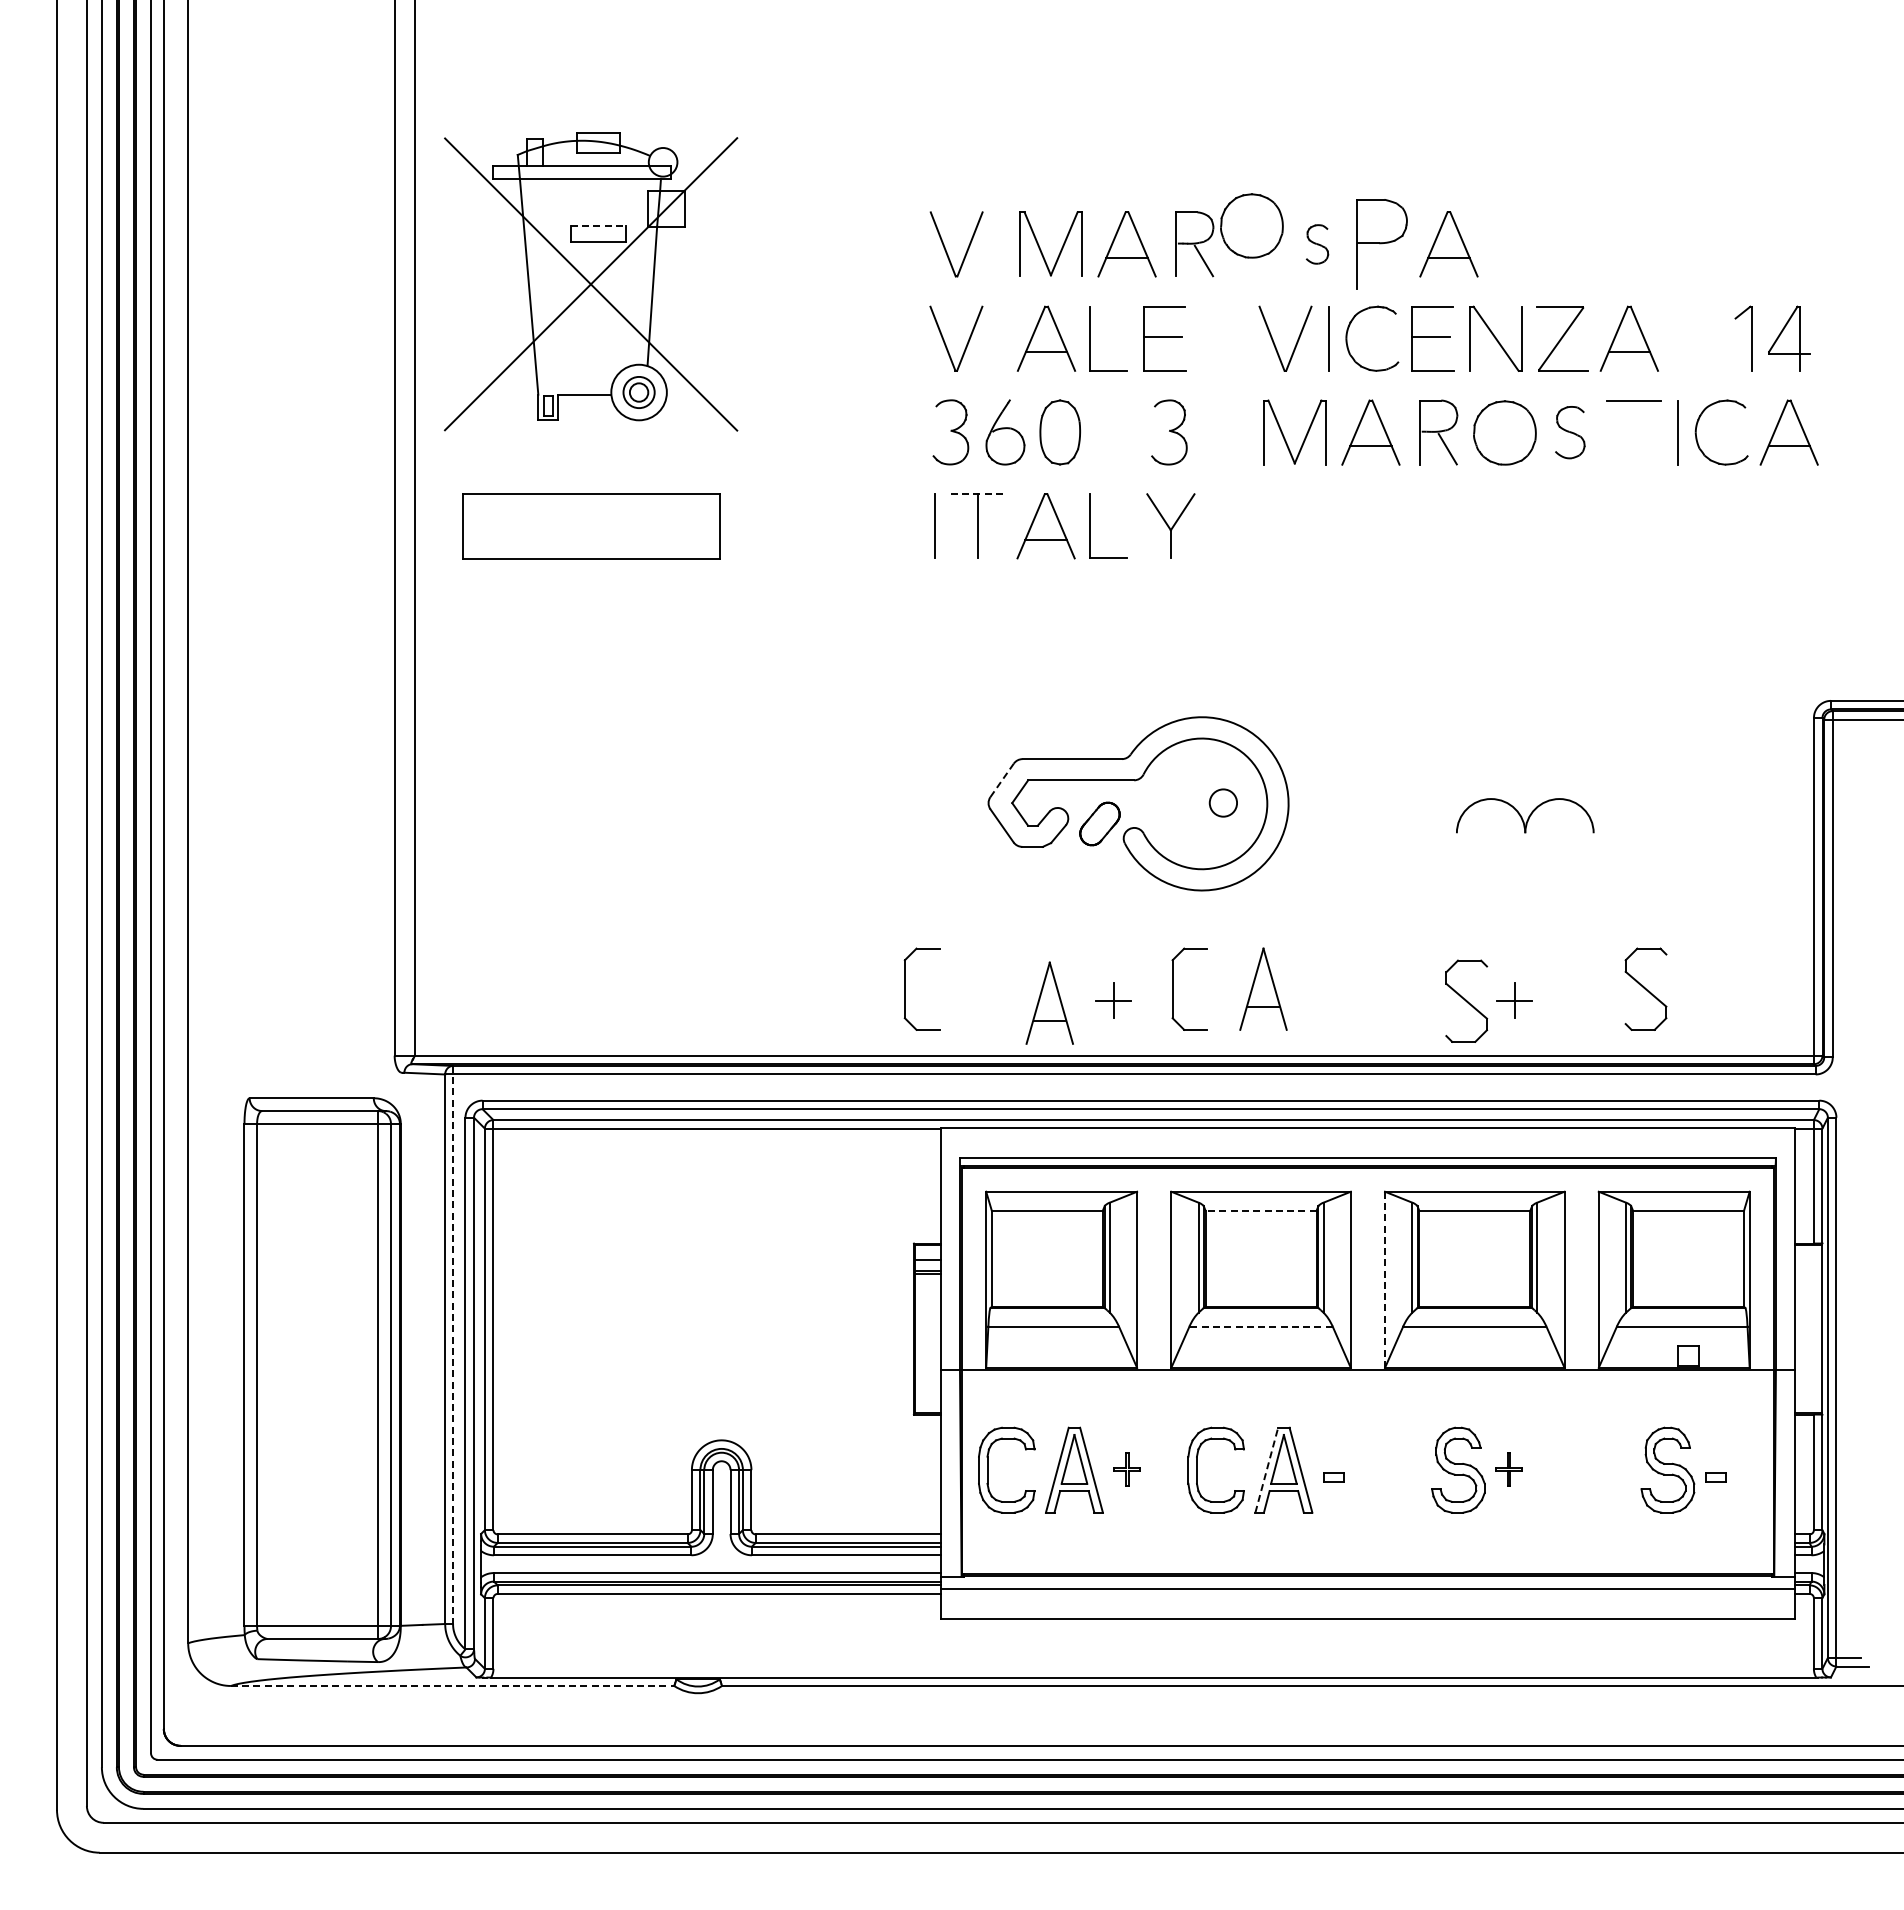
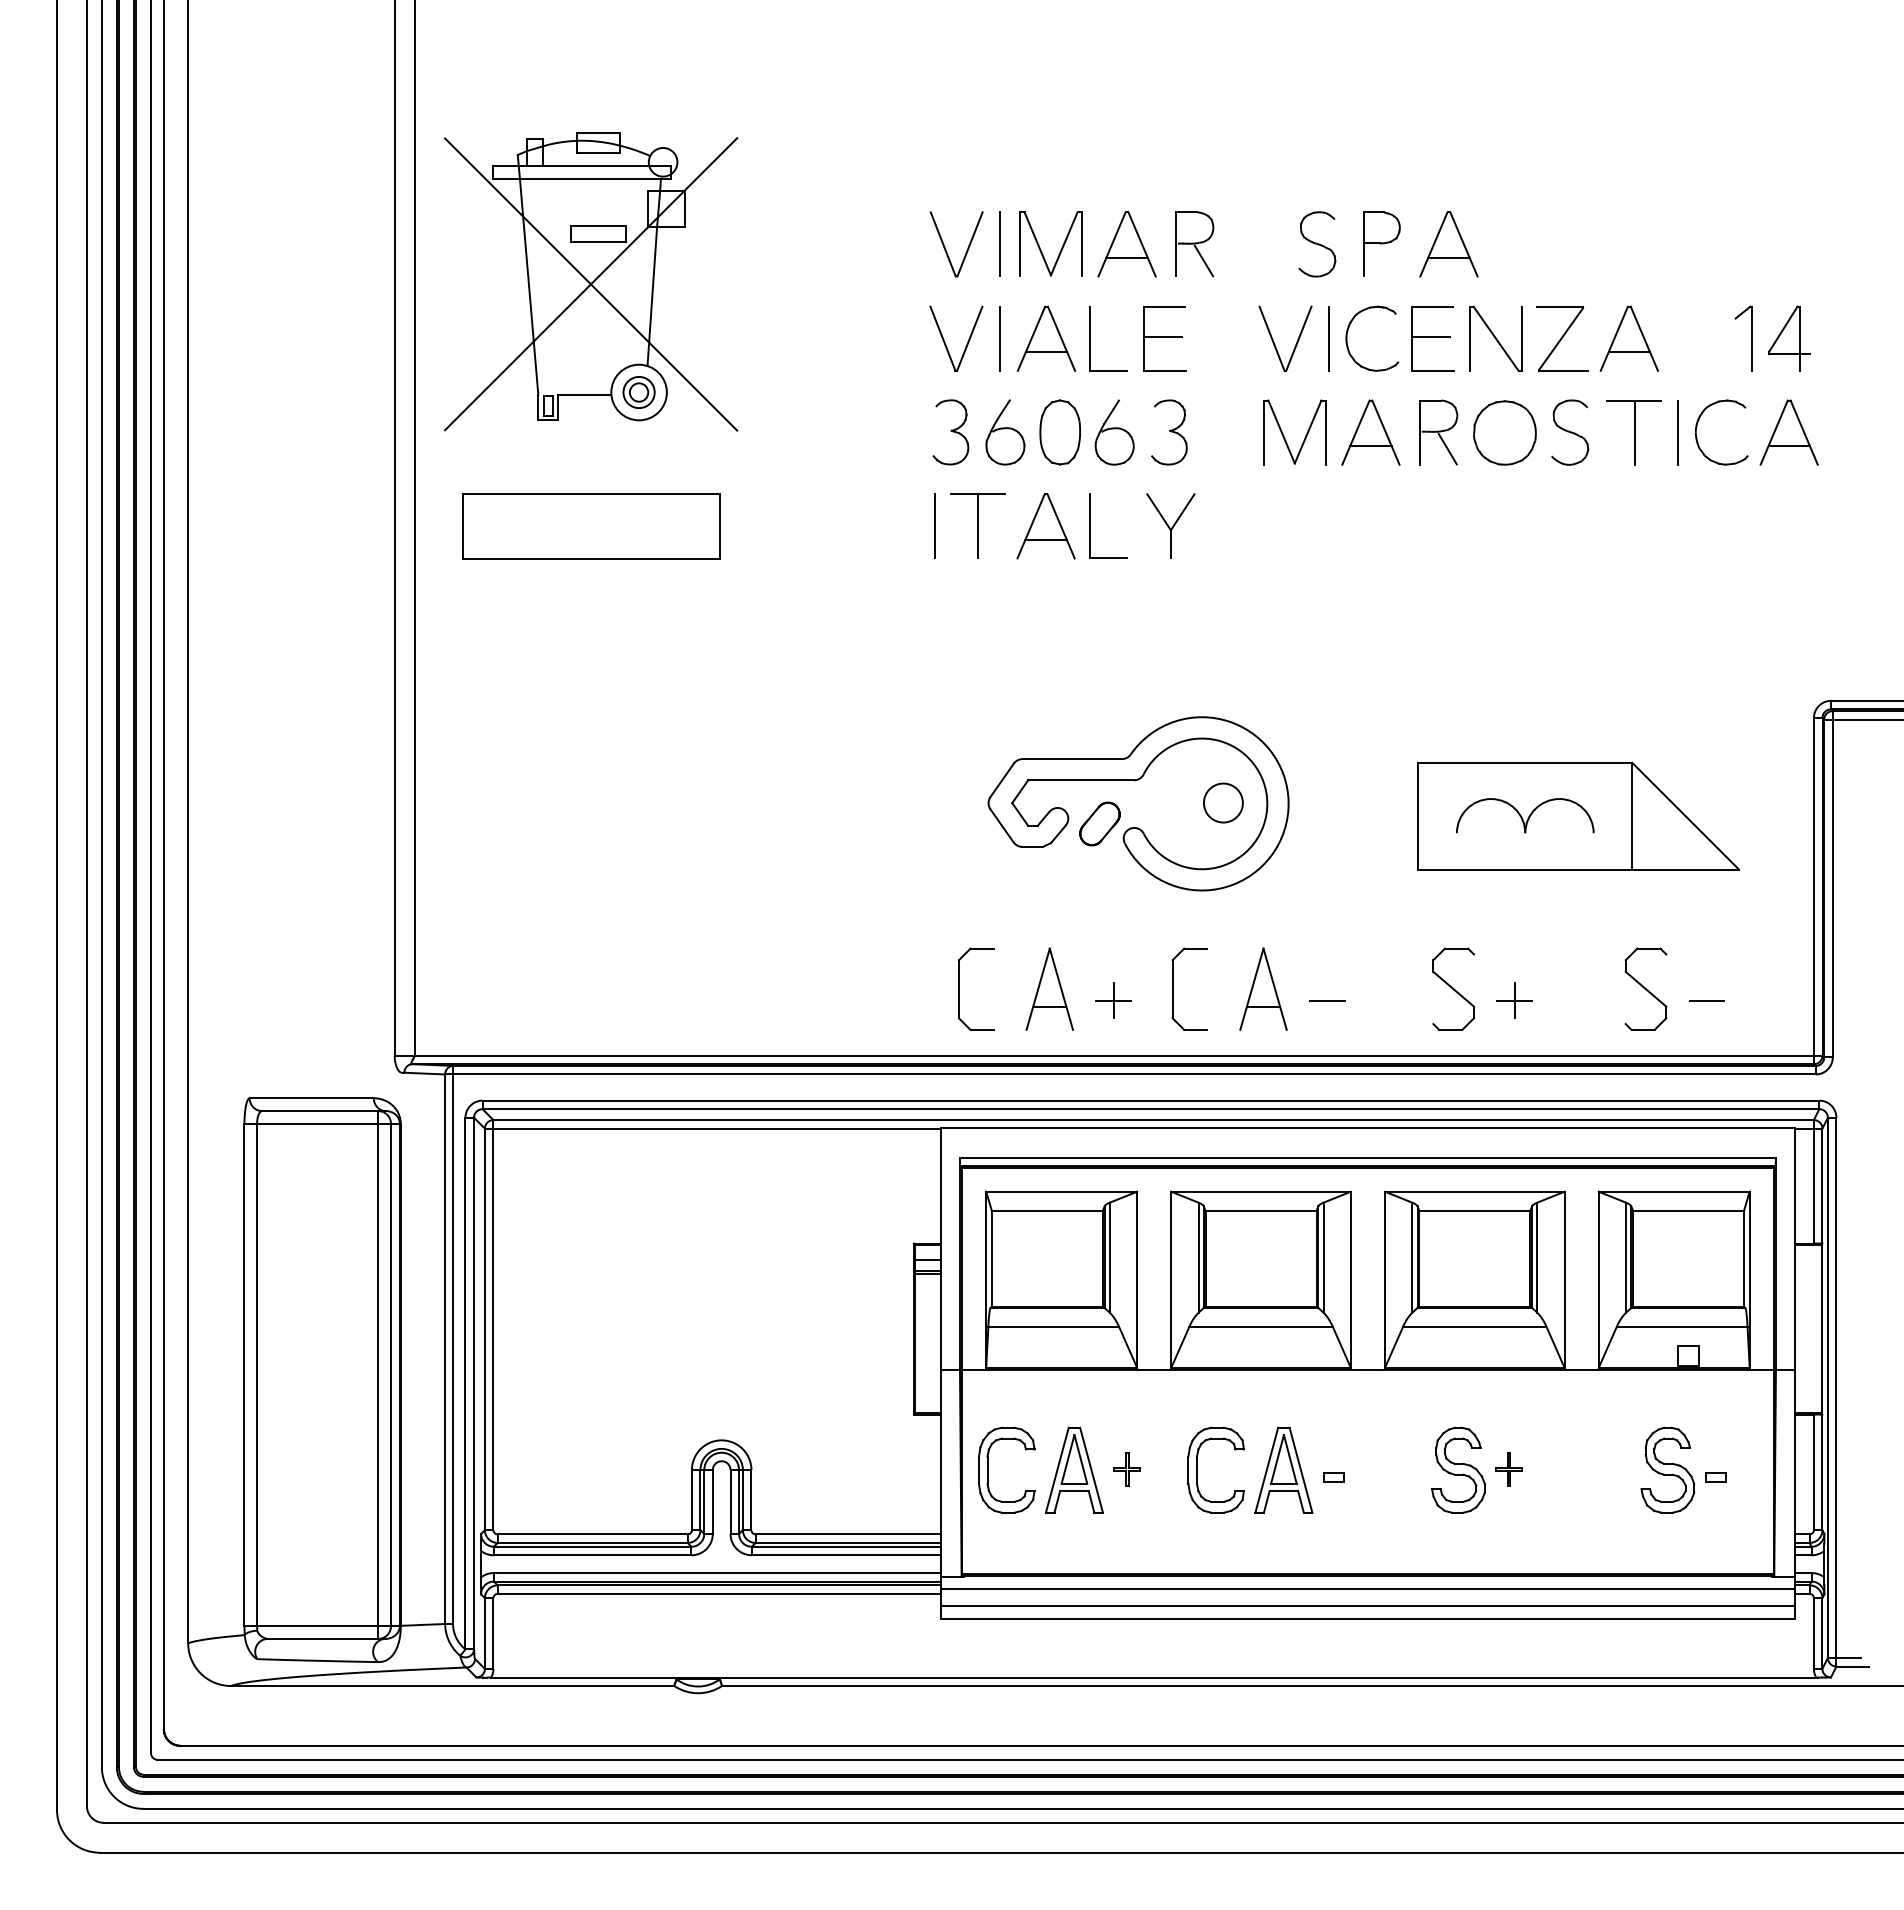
part at (1251, 225): present -> none
line at (598, 226): dashed -> solid
line at (999, 243): none -> present
part at (1317, 244) size: 24x41 px -> 39x67 px
part at (1381, 244) size: 52x91 px -> 38x66 px
line at (999, 338): none -> present
part at (1114, 432): none -> present
part at (1570, 432) size: 31x54 px -> 39x67 px
line at (1634, 432): none -> present
line at (978, 494): dashed -> solid
line at (1001, 780): dashed -> solid
circle at (1223, 802) diameter: 27 px -> 39 px
part at (1578, 815): none -> present
part at (905, 988) position: (905, 988) -> (959, 988)
line at (1326, 1000): none -> present
part at (1466, 1000) position: (1466, 1000) -> (1453, 988)
line at (1706, 1000): none -> present
part at (1049, 1002) position: (1049, 1002) -> (1049, 988)
line at (1261, 1210): dashed -> solid
line at (1385, 1279): dashed -> solid
line at (1261, 1326): dashed -> solid
line at (453, 1345): dashed -> solid
line at (1266, 1470): dashed -> solid
line at (1367, 1606): none -> present
line at (452, 1685): dashed -> solid
